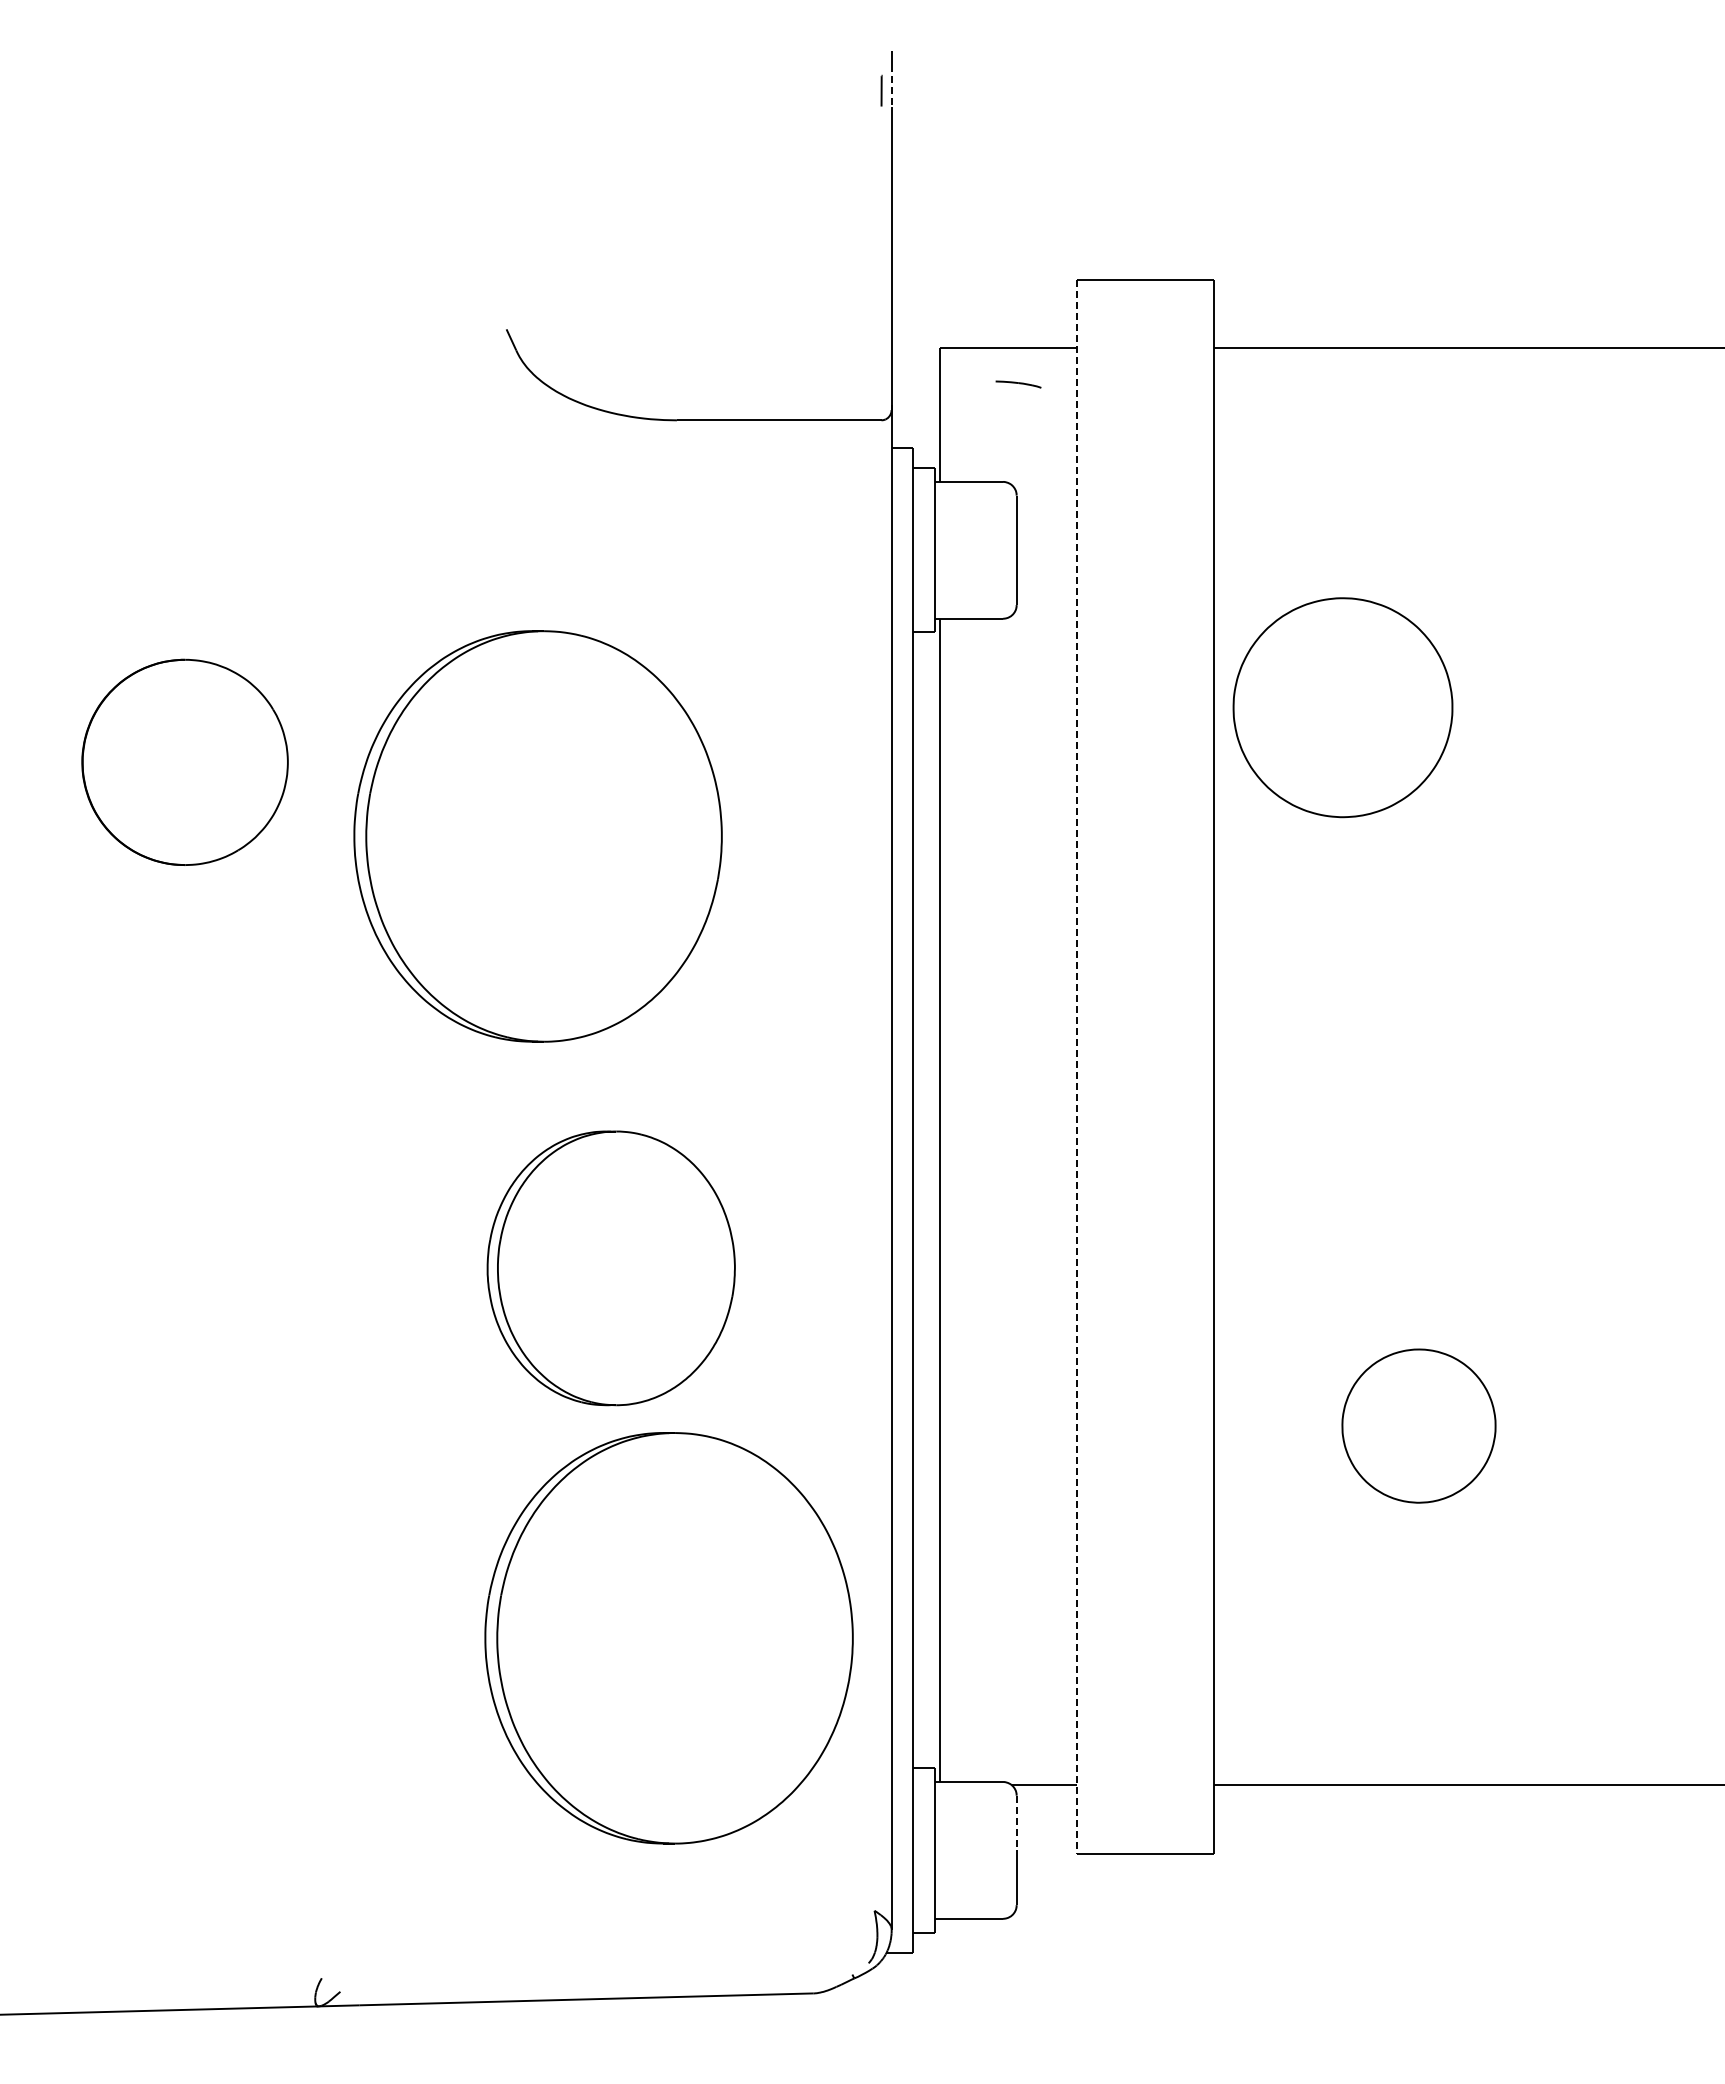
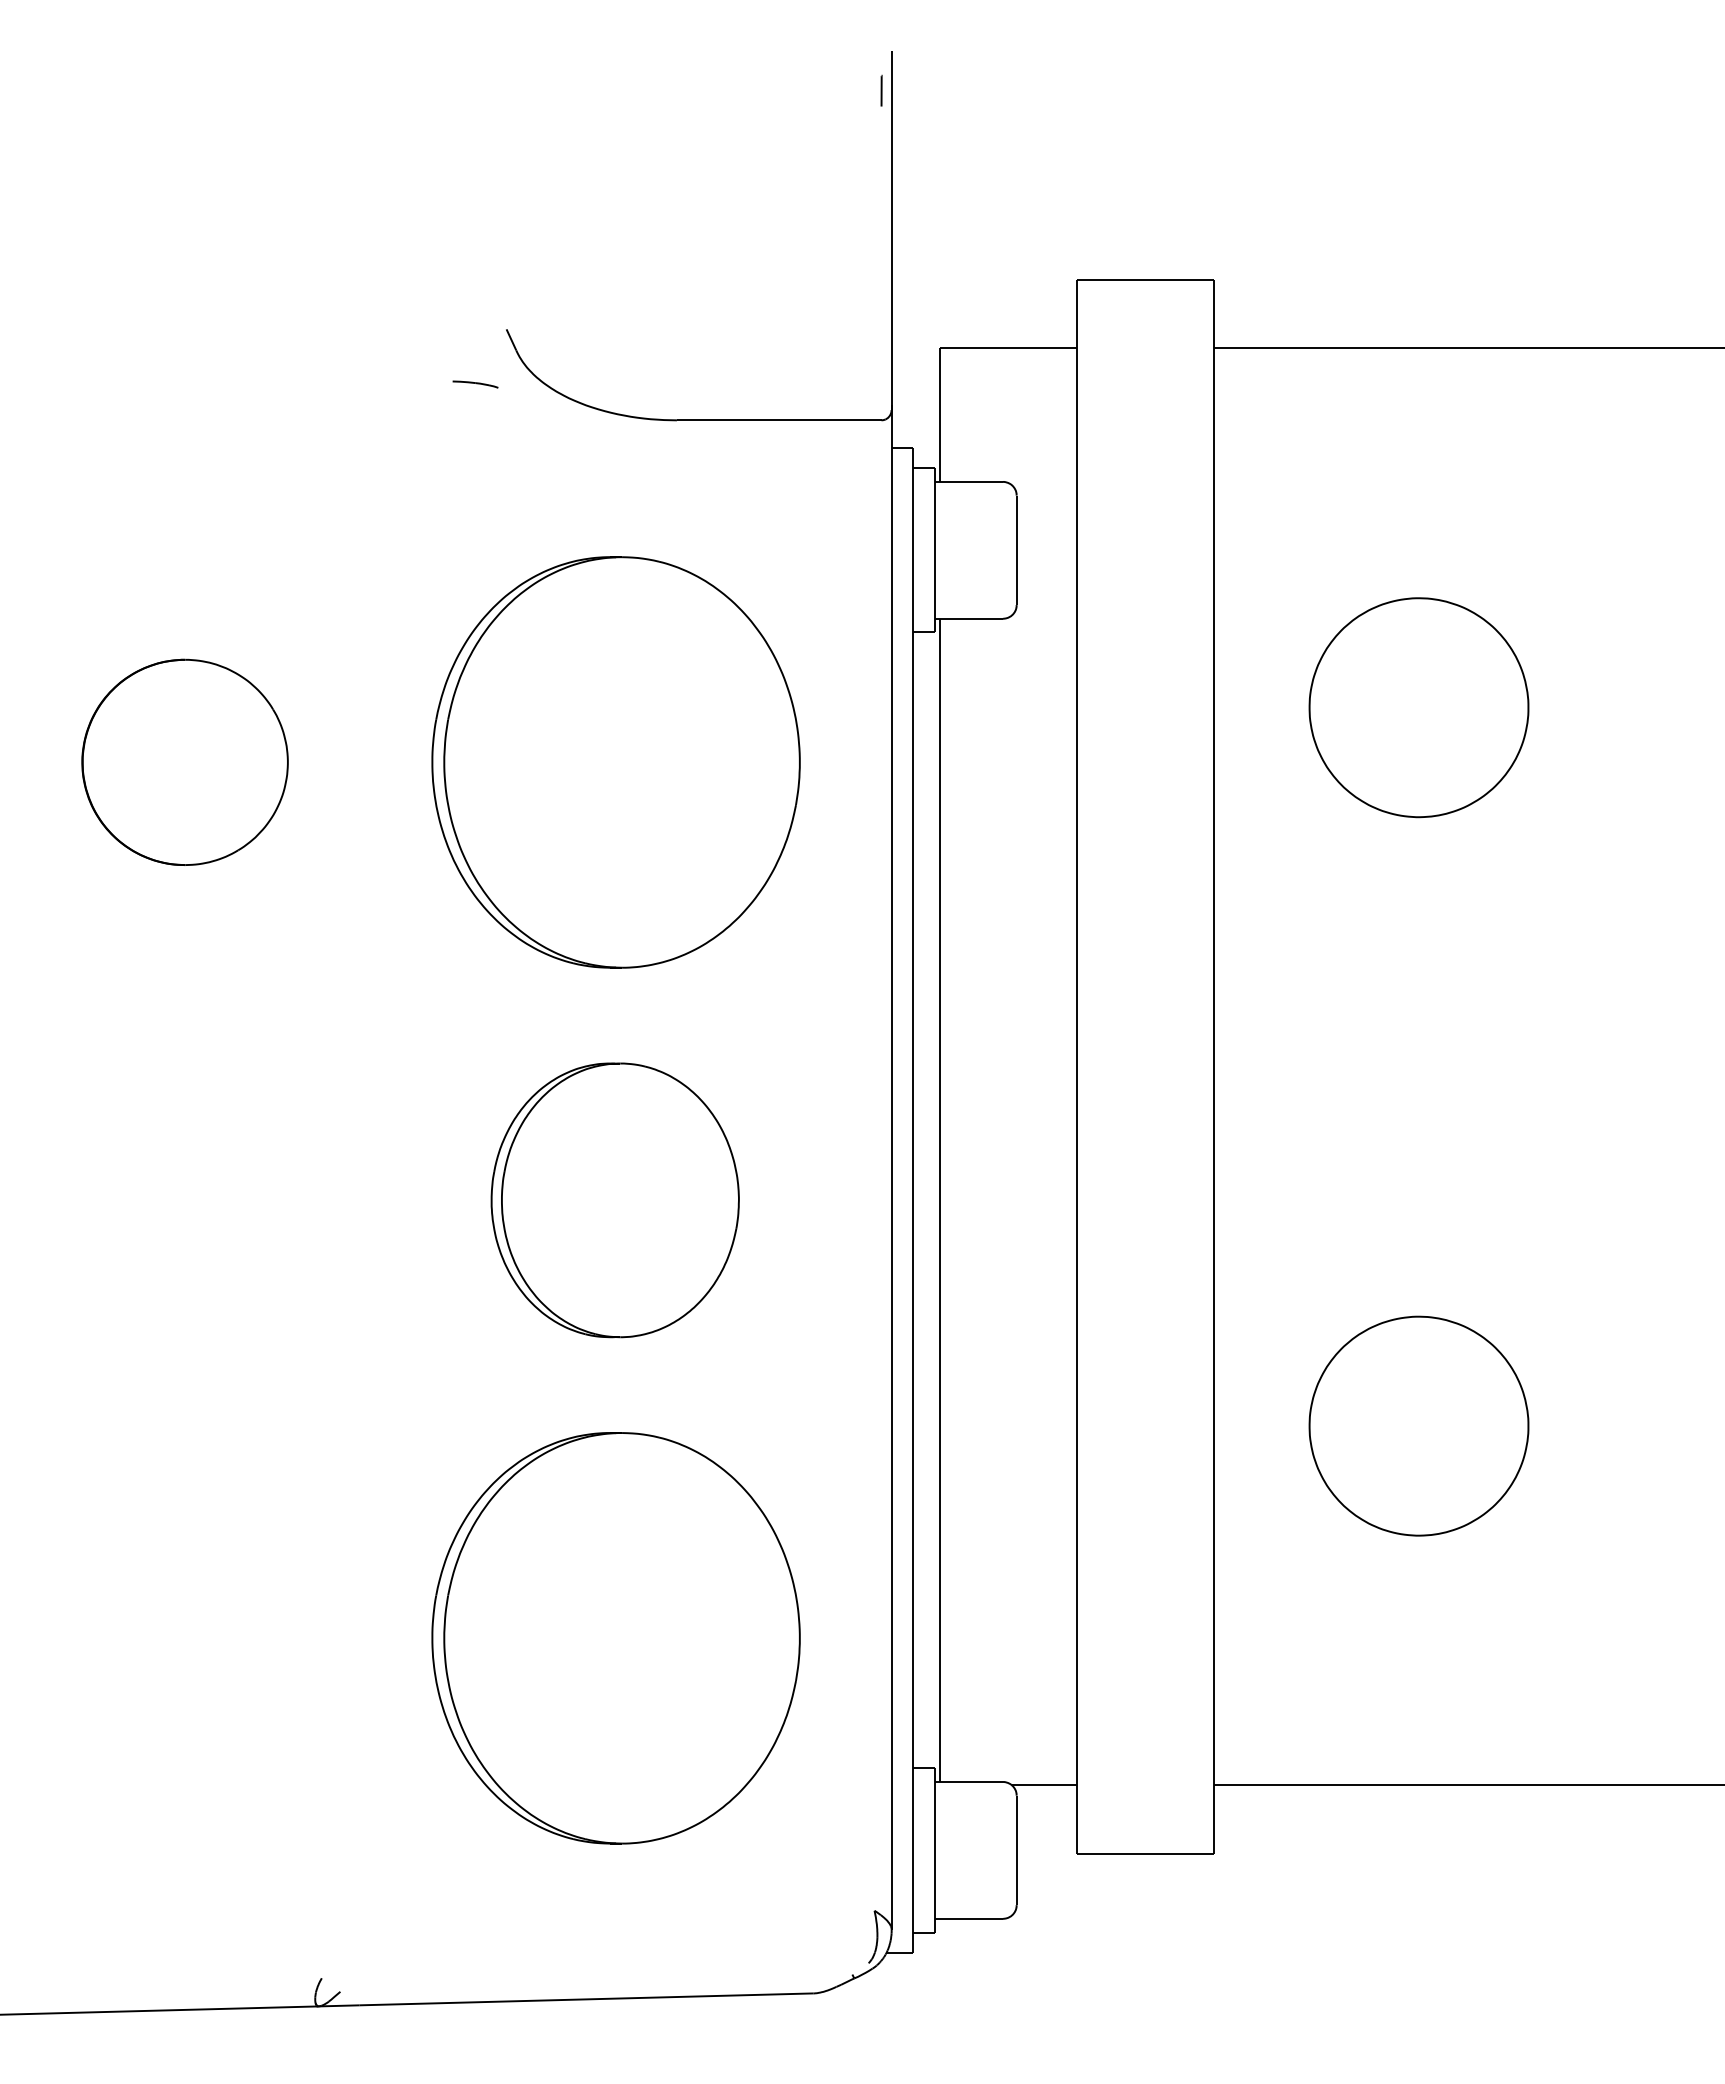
line at (891, 86): dashed -> solid
part at (1018, 384) position: (1018, 384) -> (475, 384)
part at (1342, 707) position: (1342, 707) -> (1418, 707)
part at (537, 836) position: (537, 836) -> (615, 762)
line at (1076, 1066): dashed -> solid
part at (610, 1268) position: (610, 1268) -> (614, 1200)
part at (1418, 1425) size: 156x156 px -> 222x222 px
part at (668, 1638) position: (668, 1638) -> (615, 1638)
line at (1016, 1823): dashed -> solid
